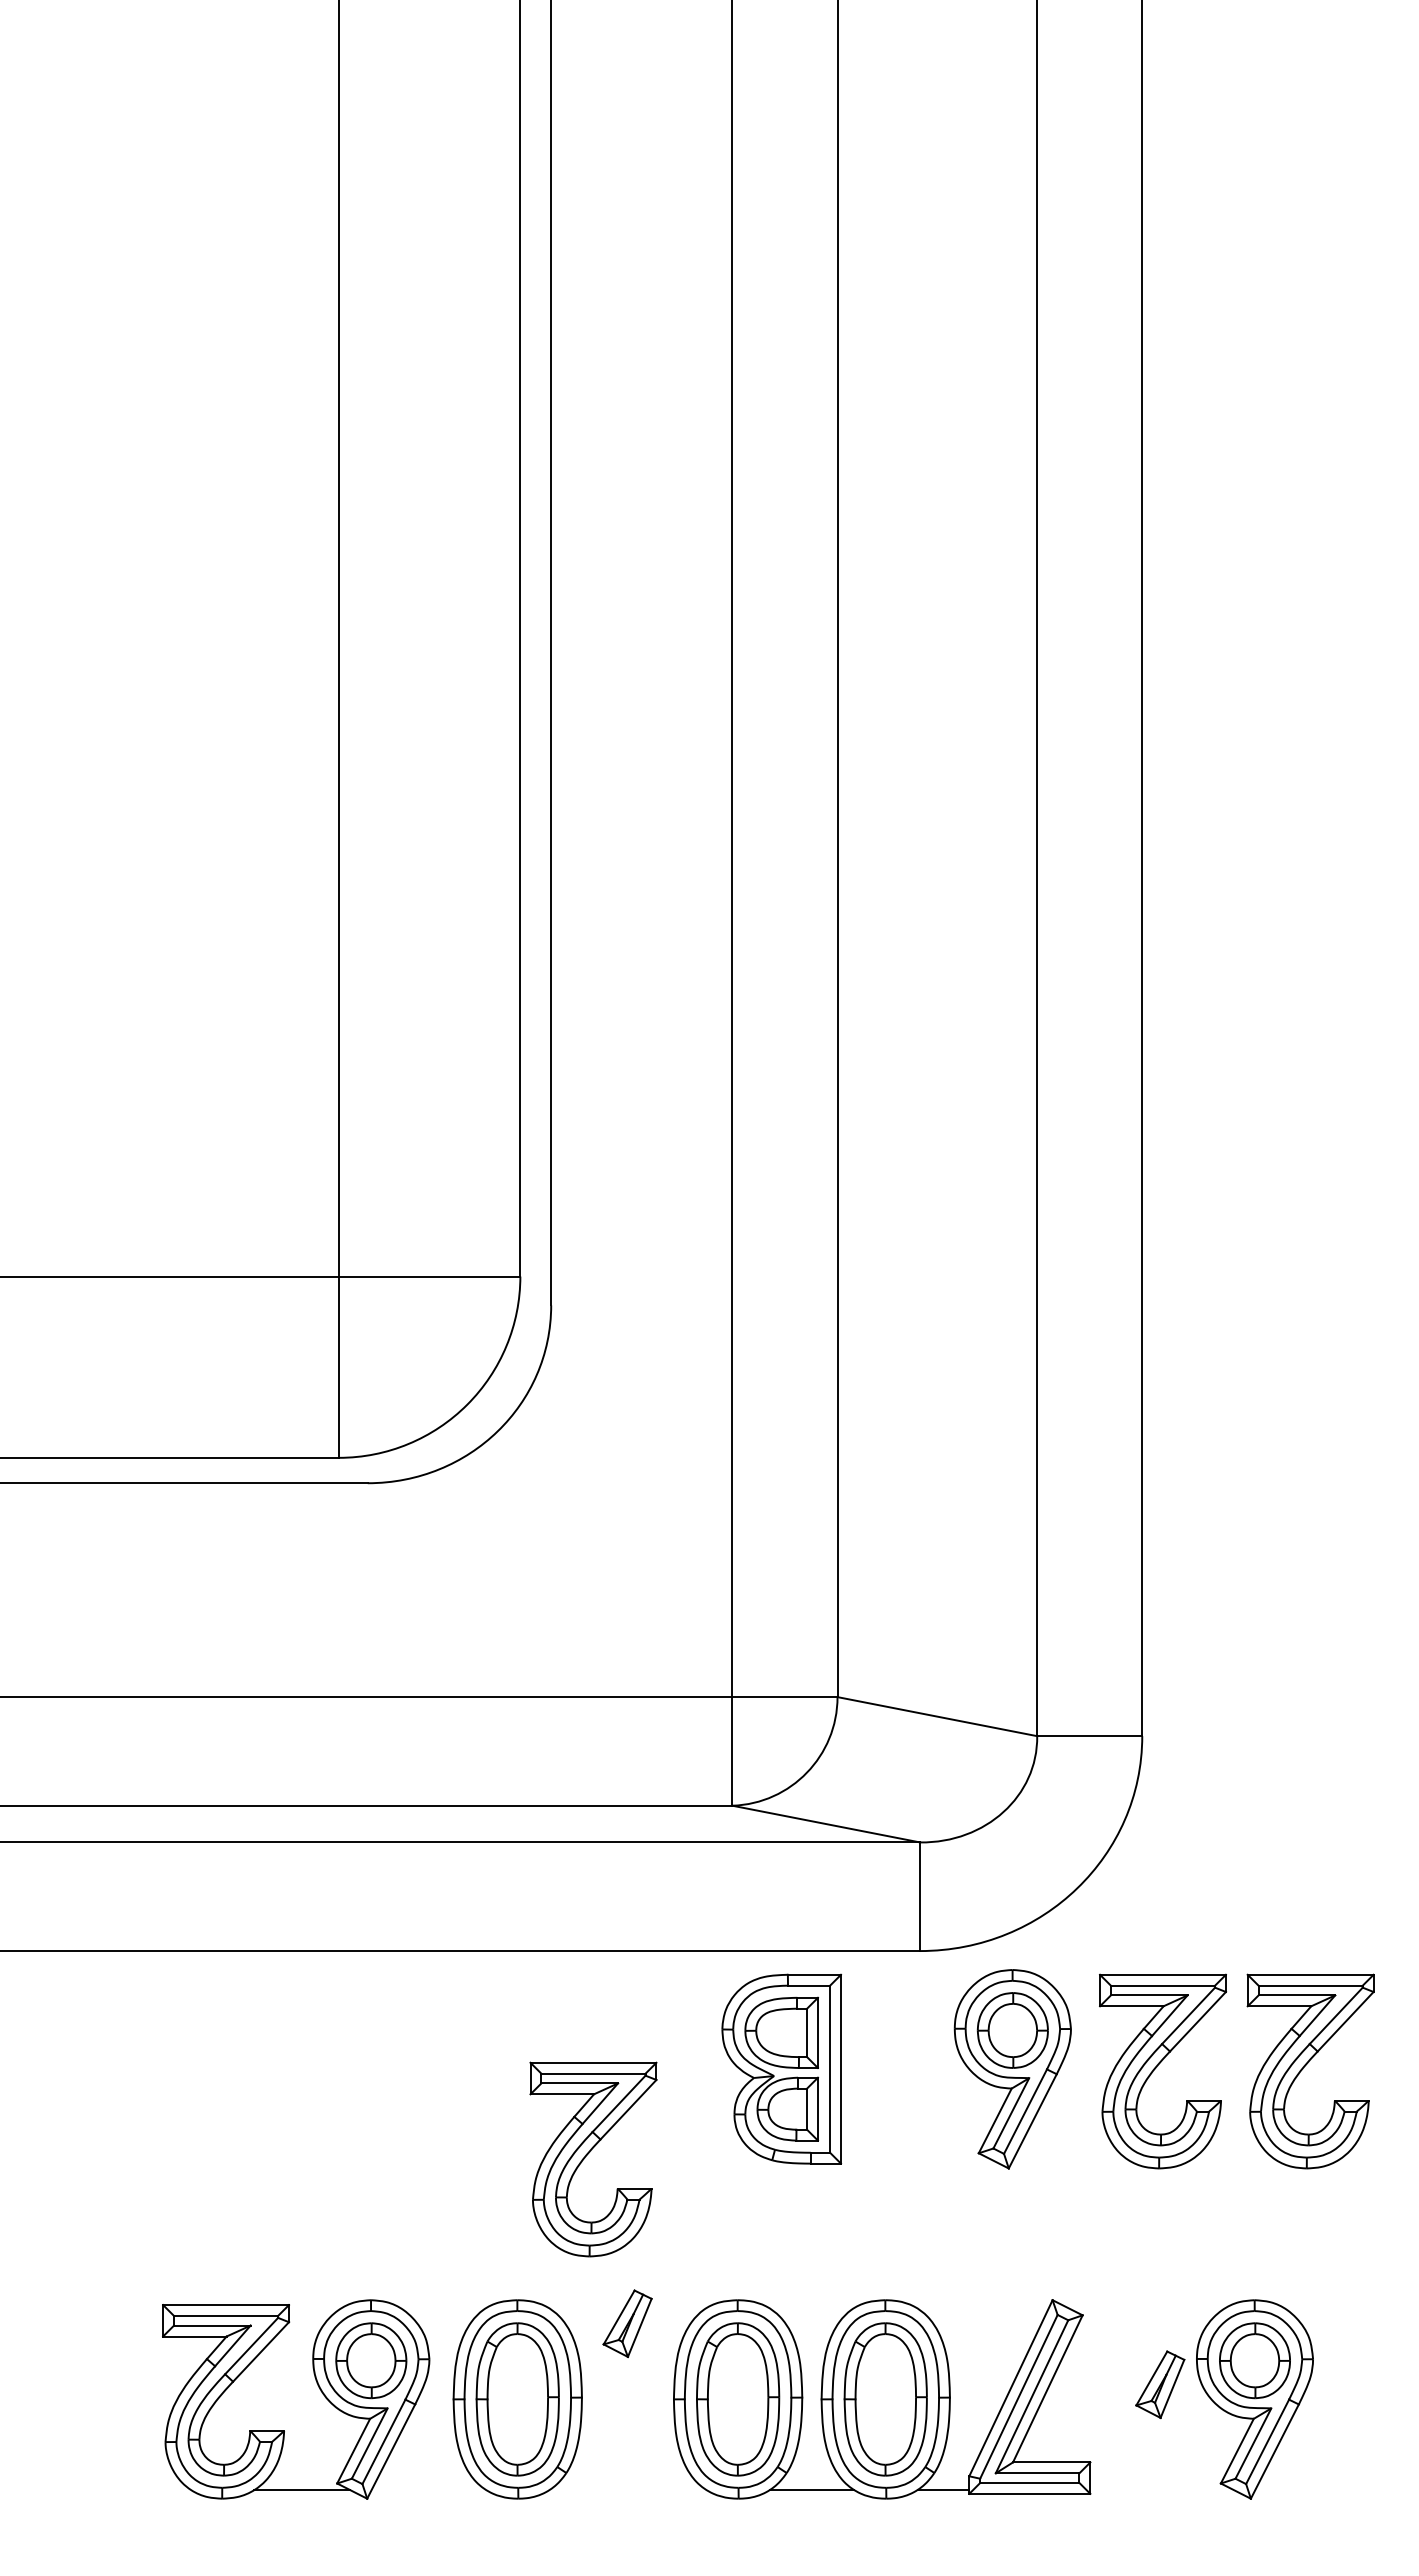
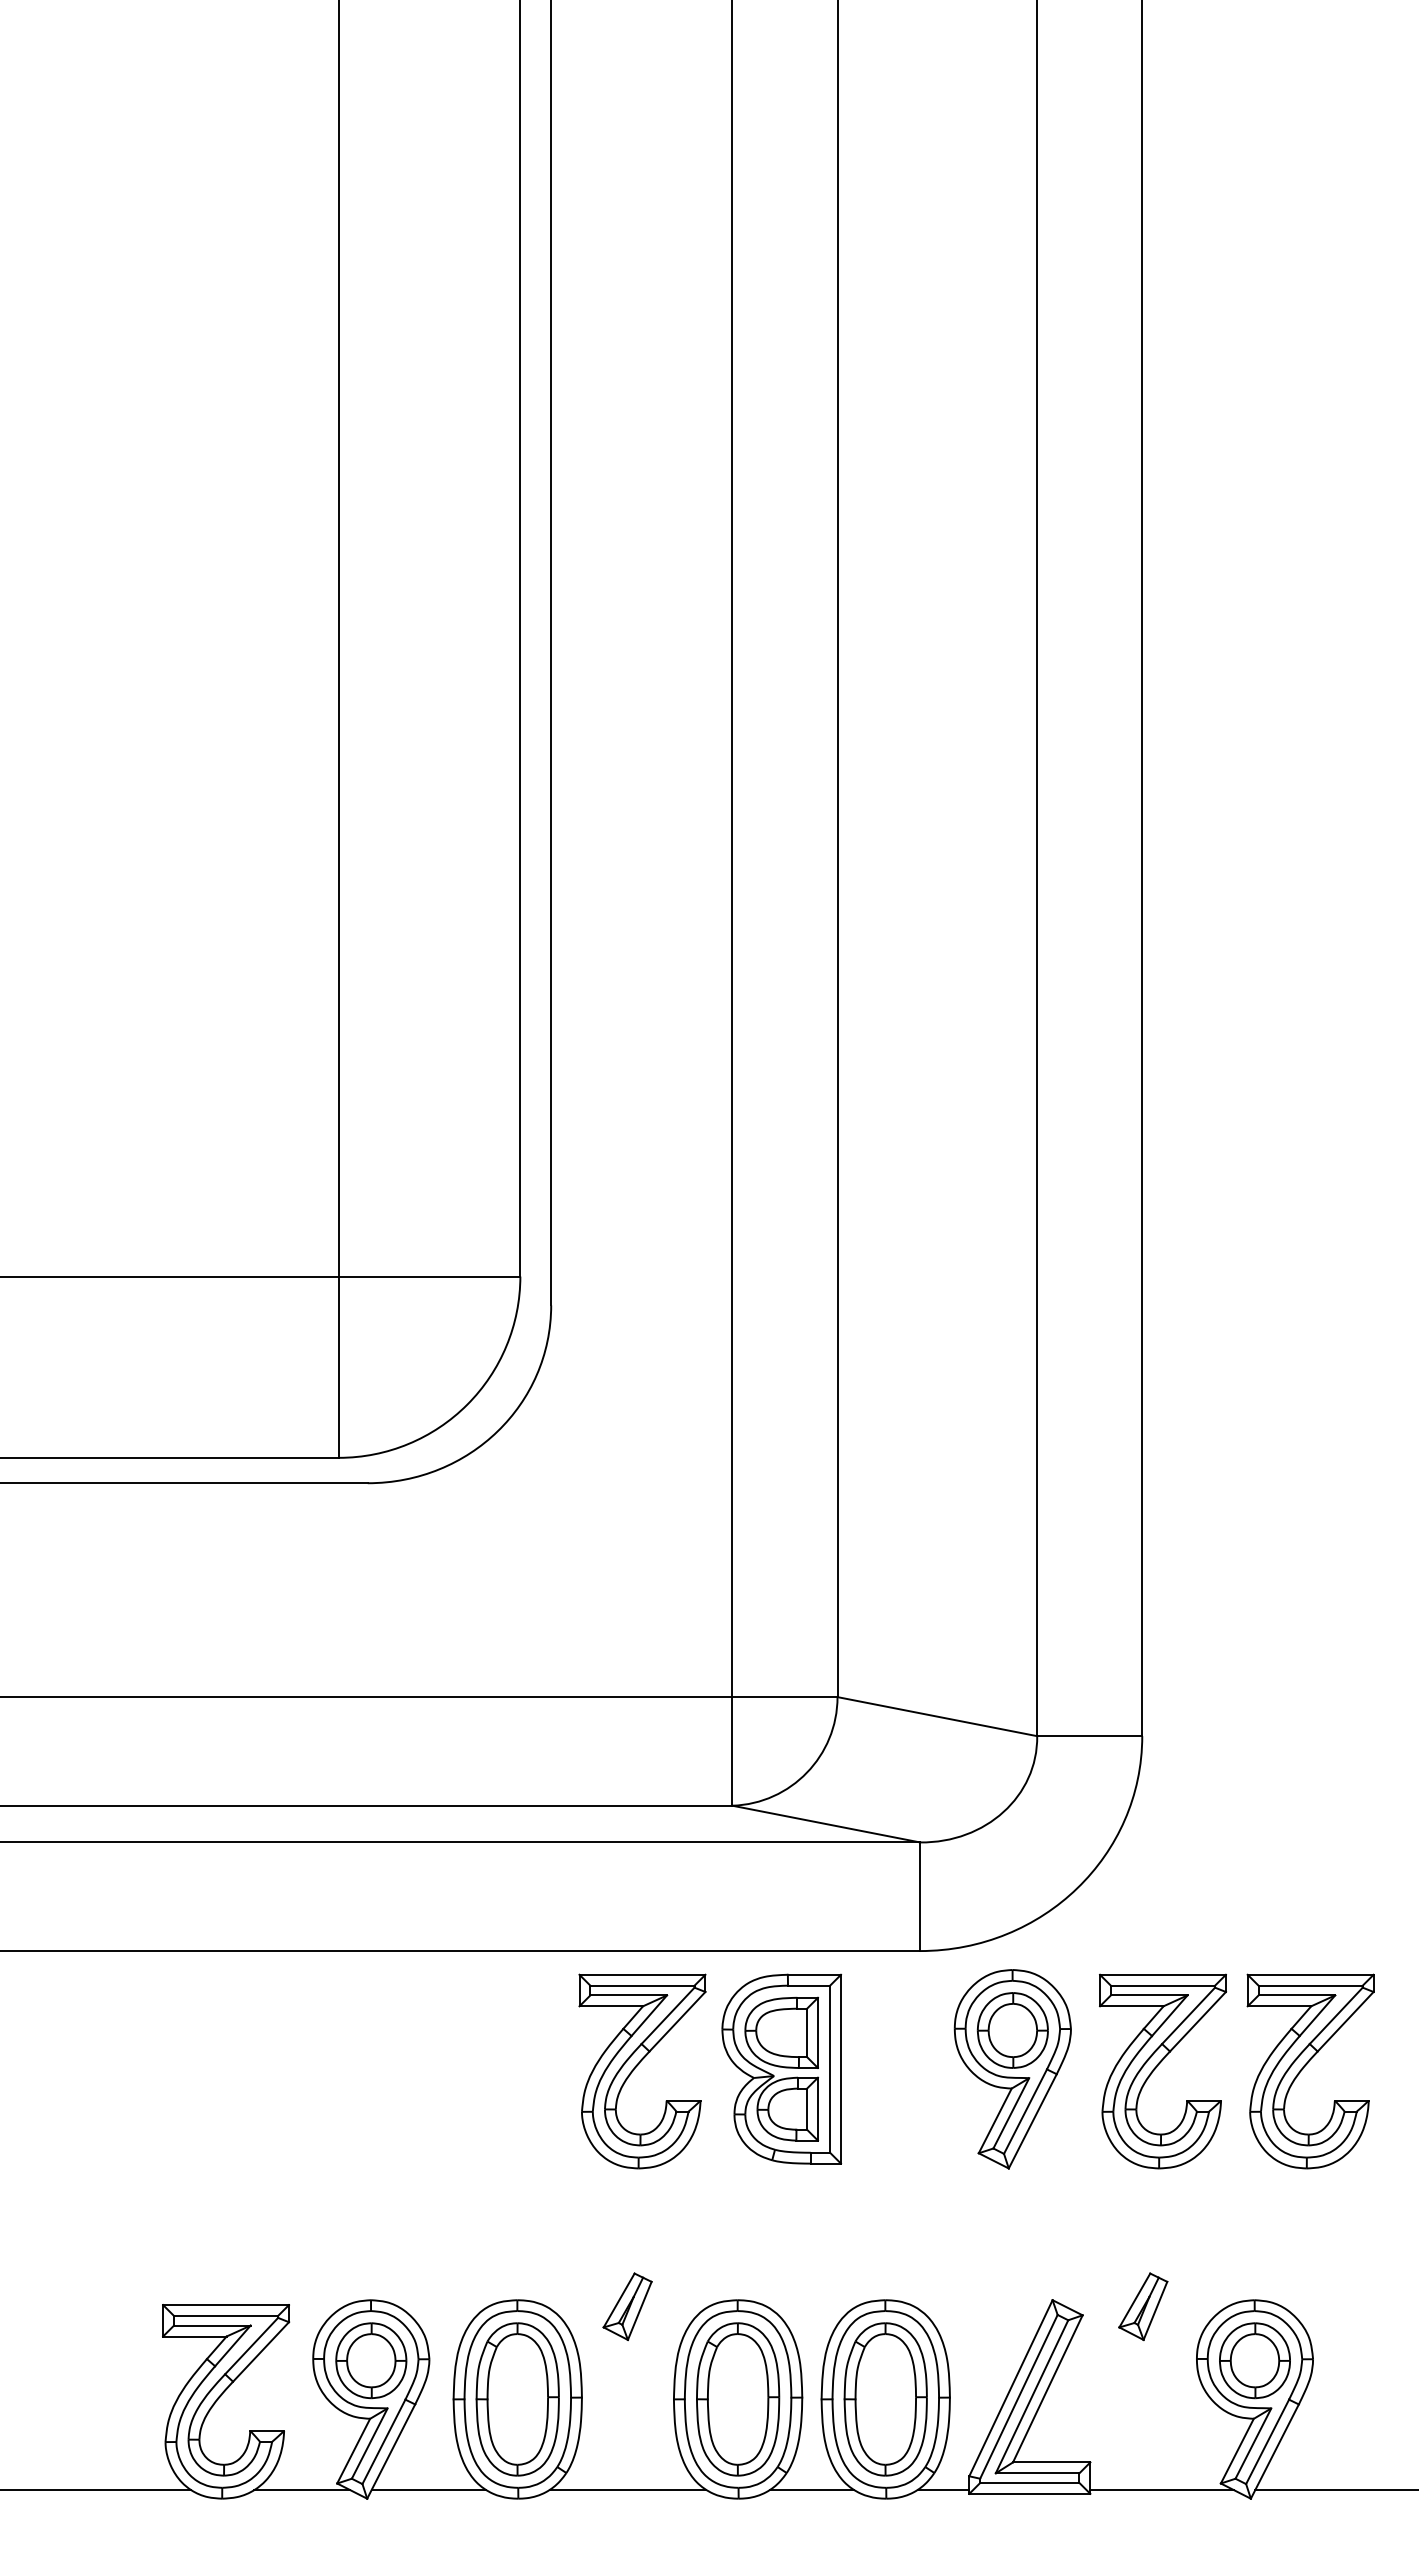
part at (588, 2154) position: (588, 2154) -> (637, 2066)
part at (627, 2323) position: (627, 2323) -> (627, 2306)
part at (1160, 2384) position: (1160, 2384) -> (1143, 2306)
line at (96, 2490): none -> present
line at (428, 2490): none -> present
line at (627, 2490): none -> present
line at (1161, 2490): none -> present
line at (1335, 2490): none -> present
